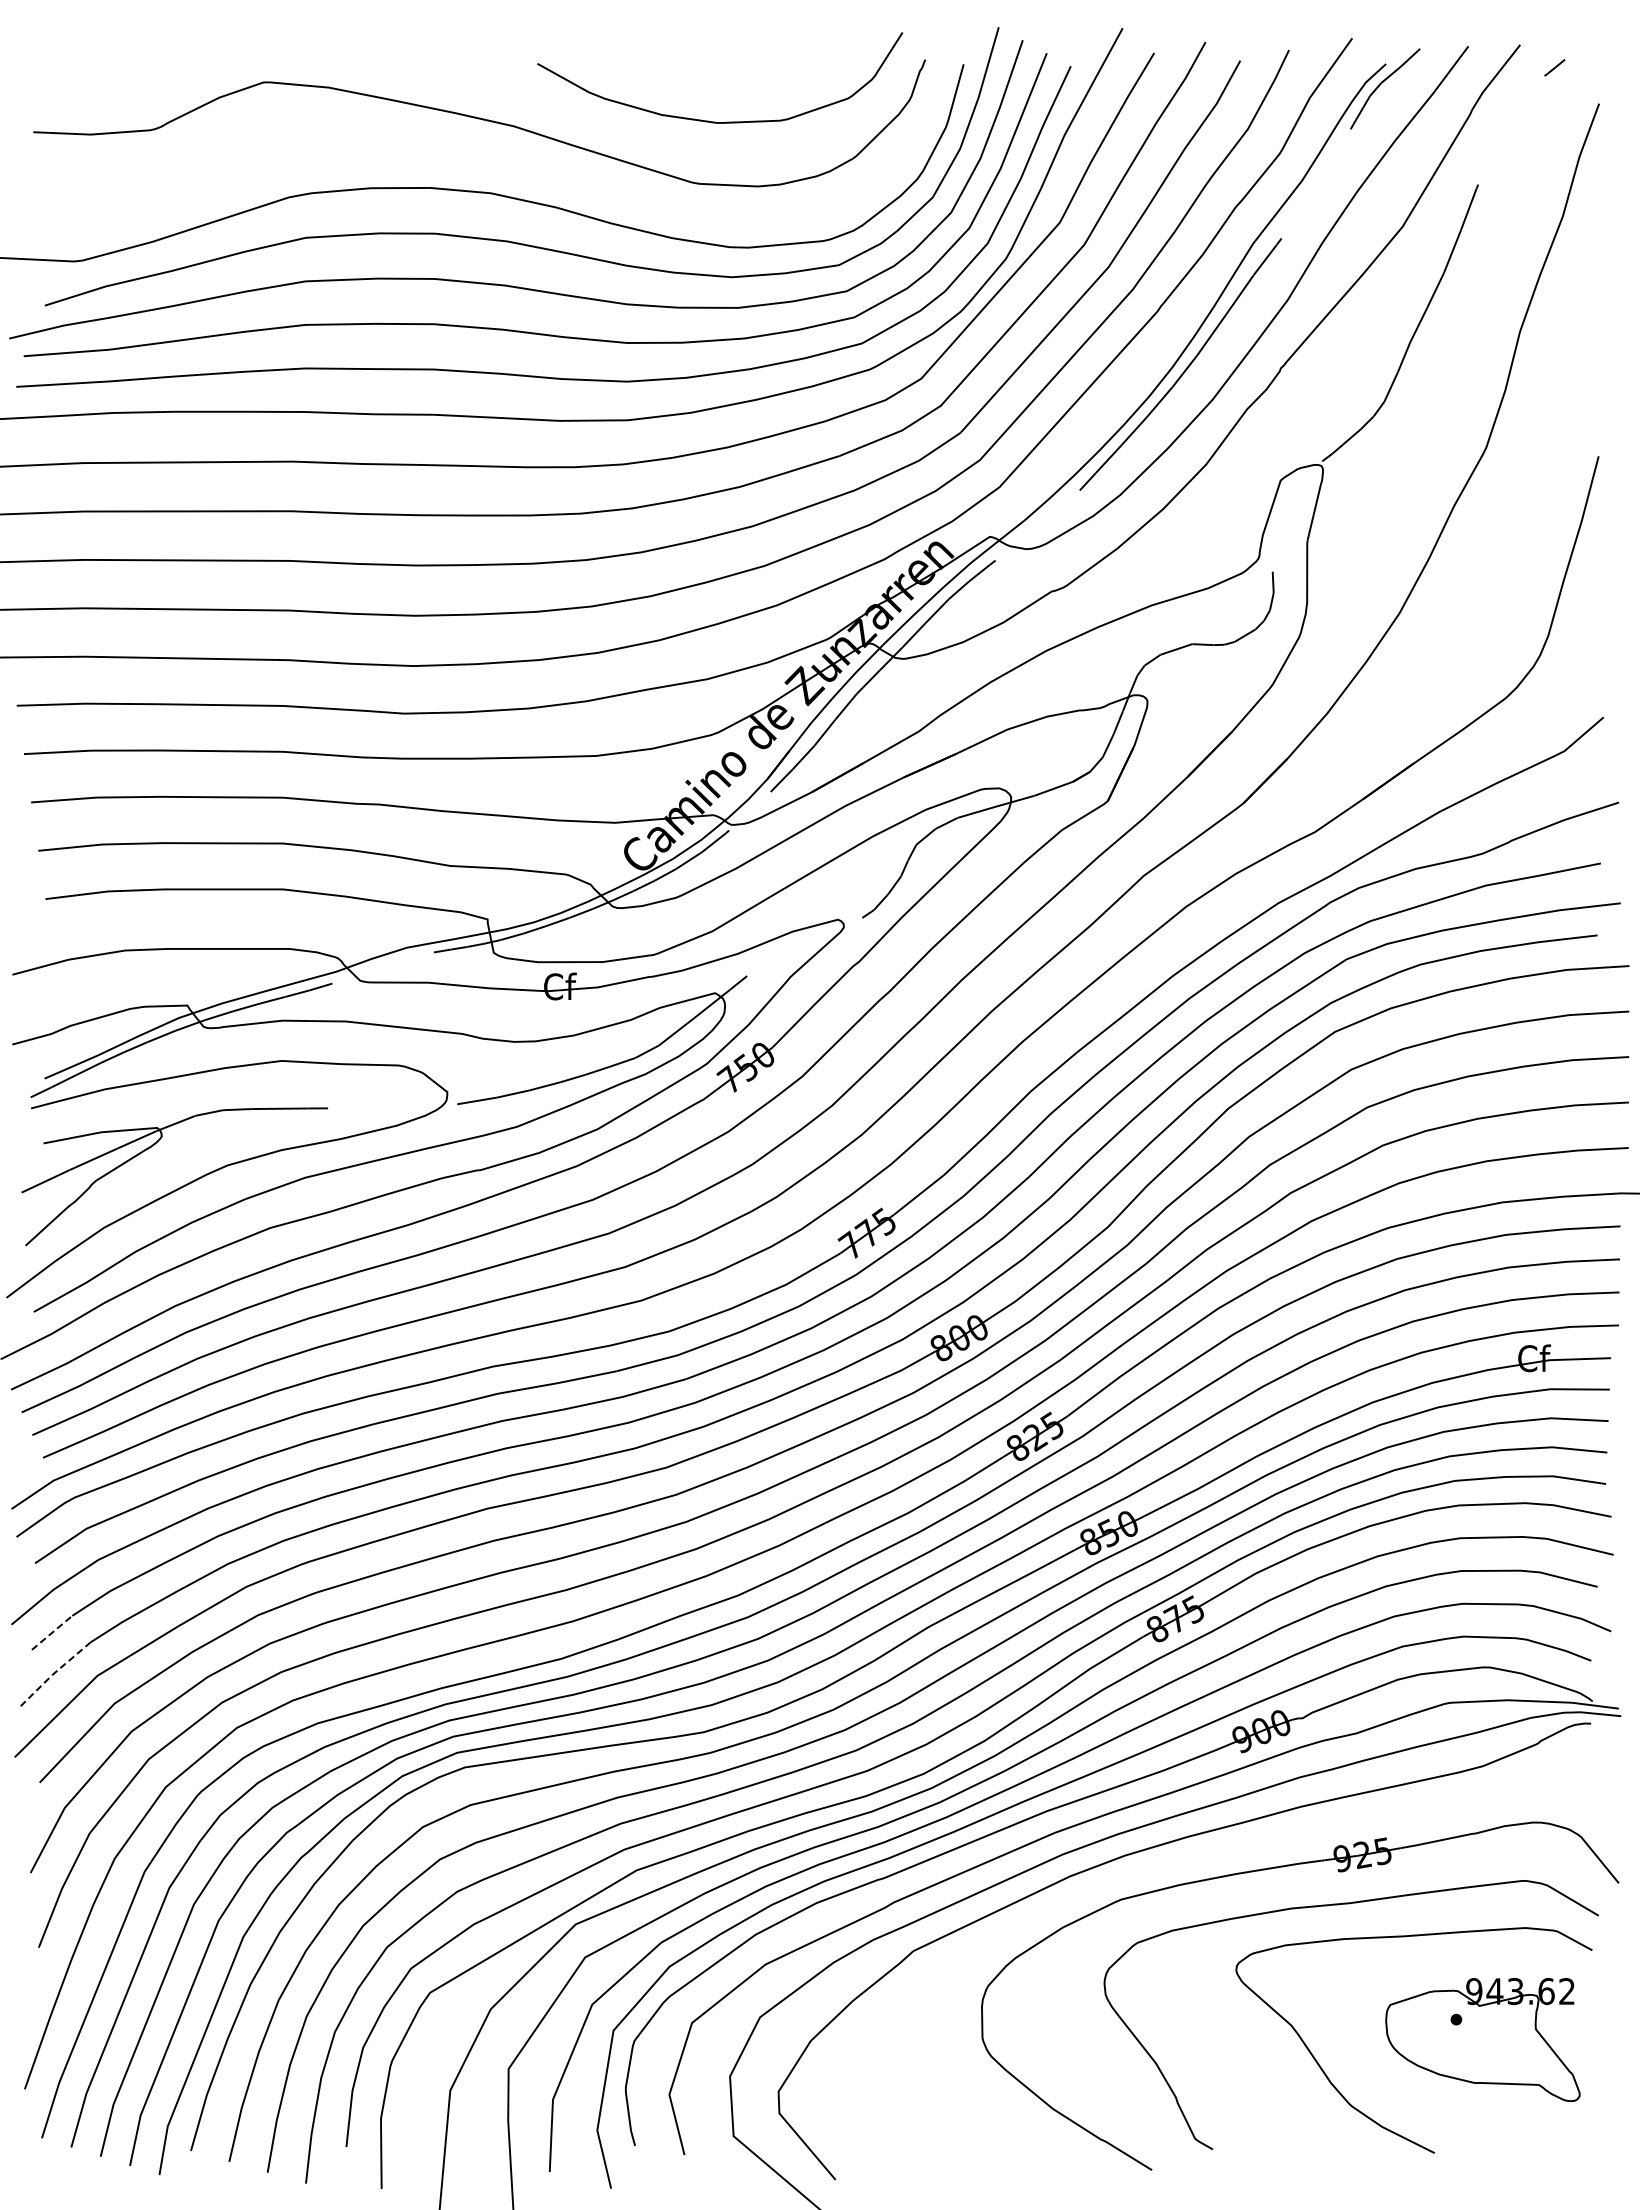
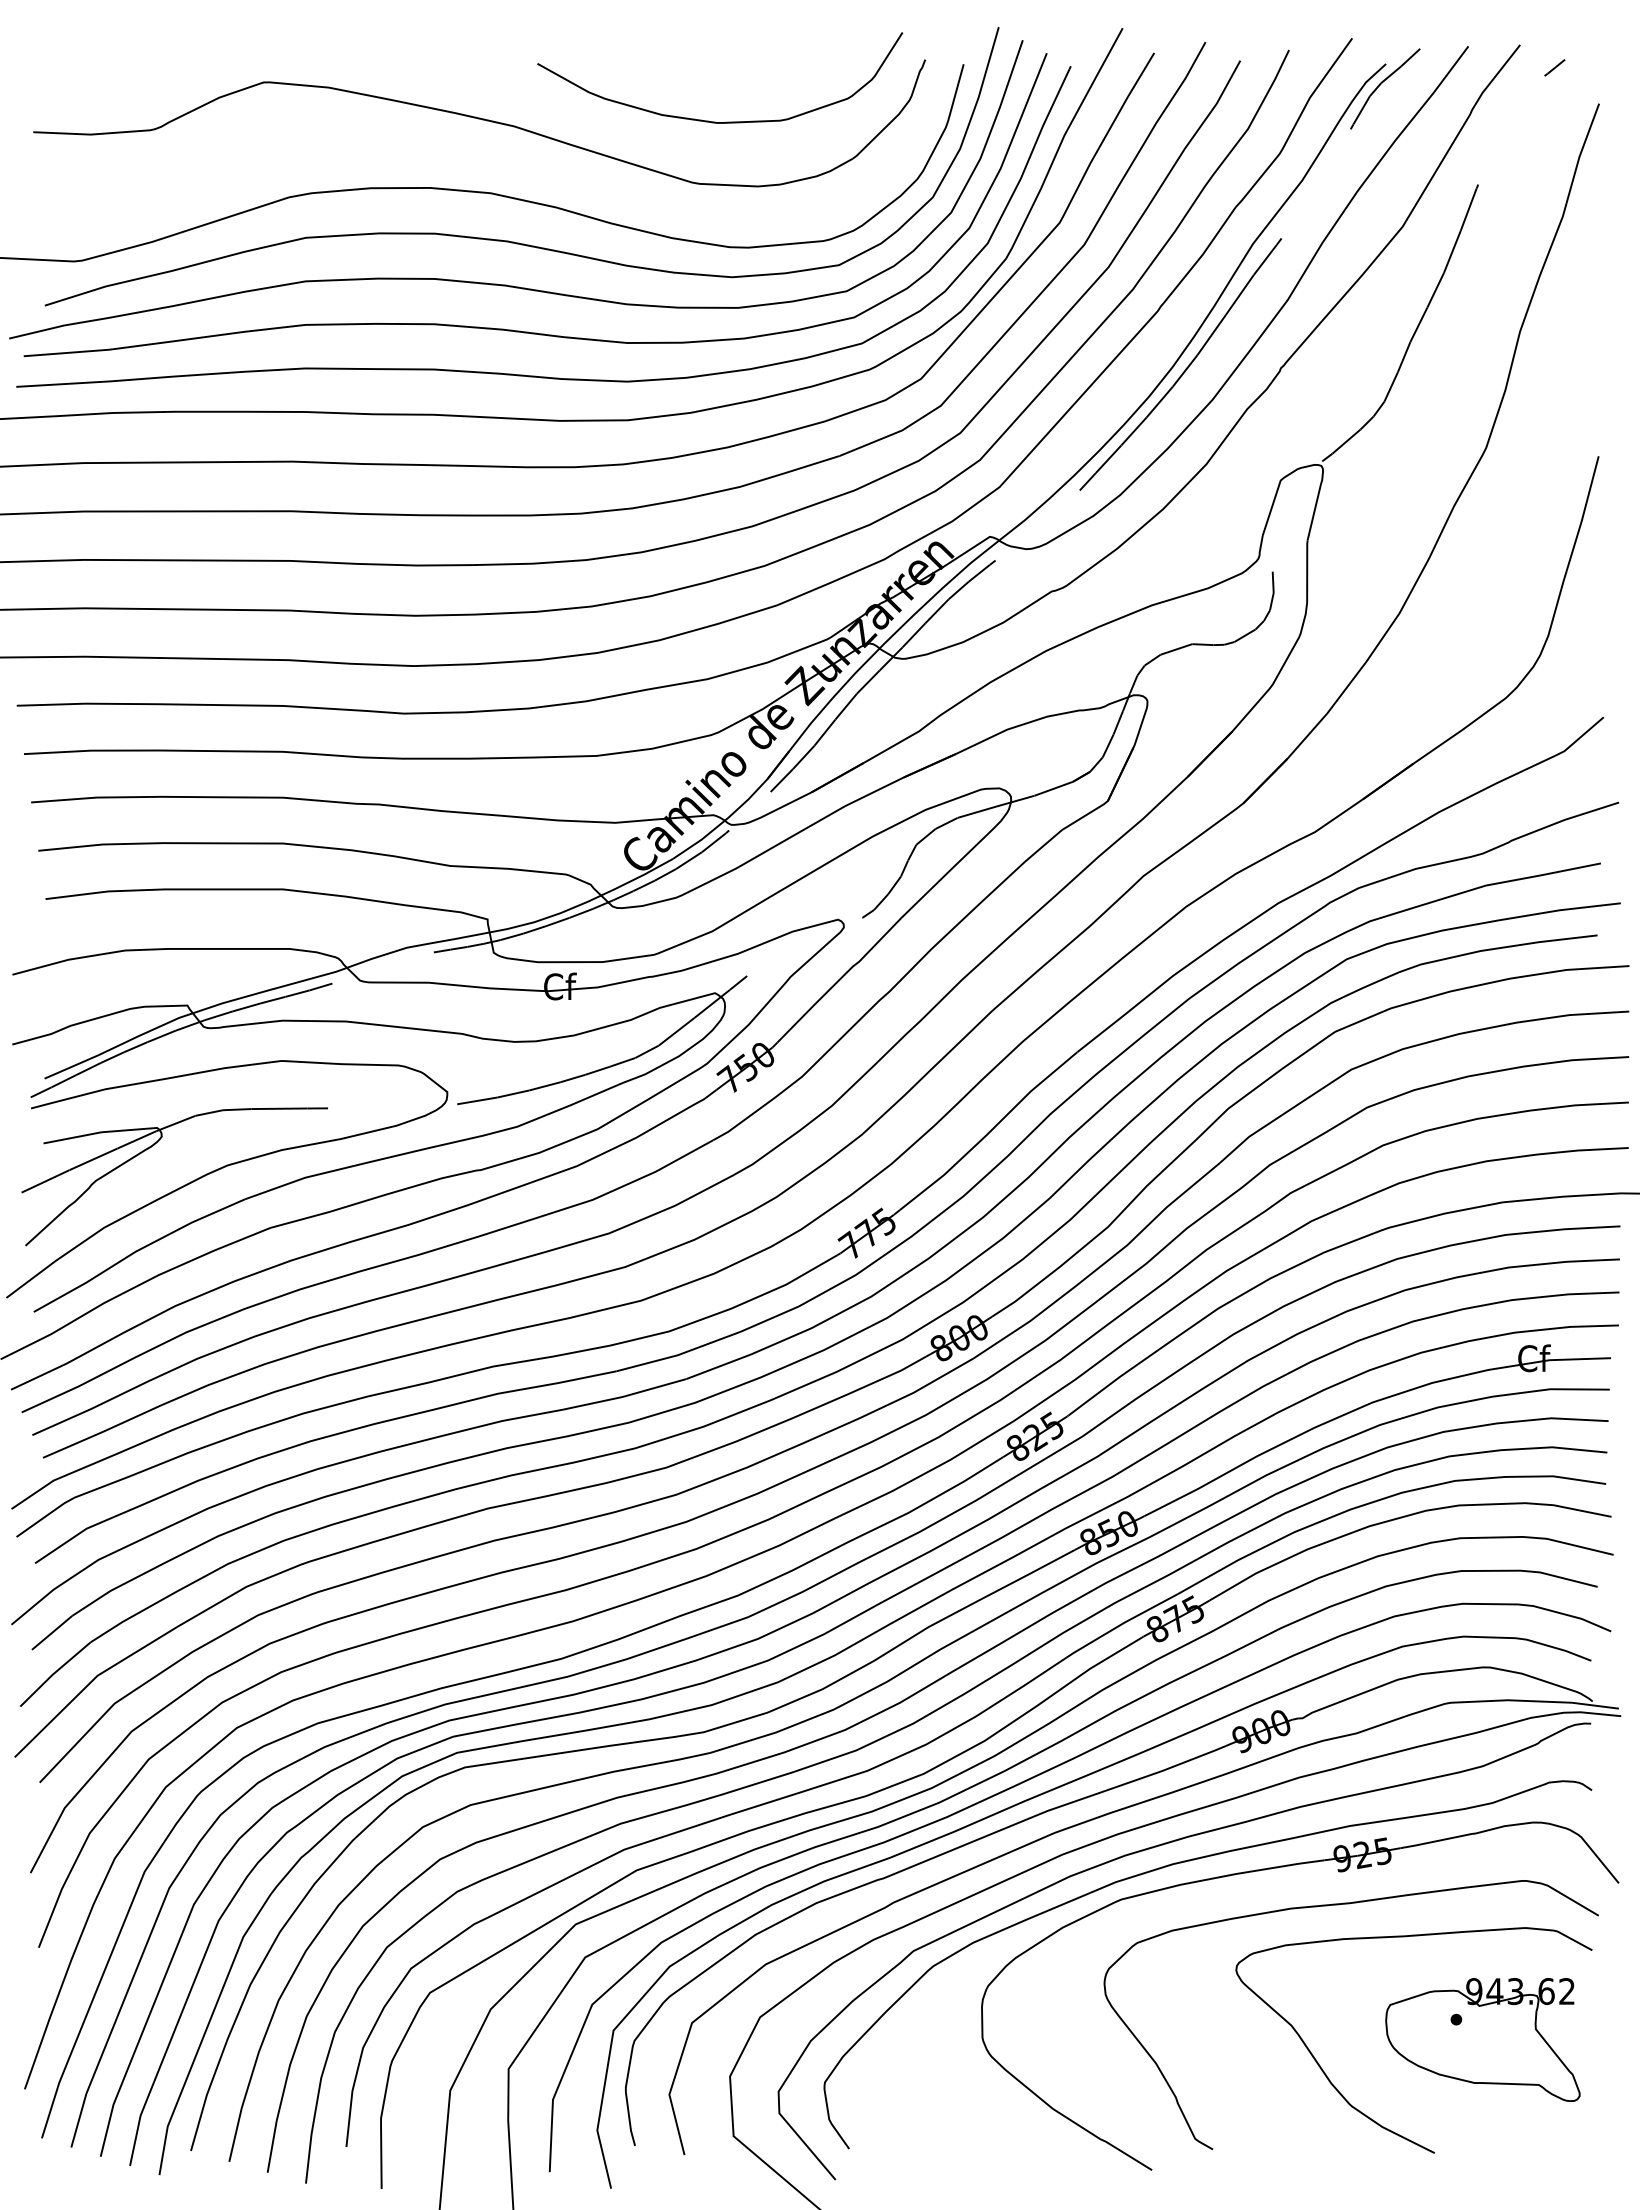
line at (52, 1632): dashed -> solid
line at (53, 1673): dashed -> solid
curve at (1181, 1863): none -> present
